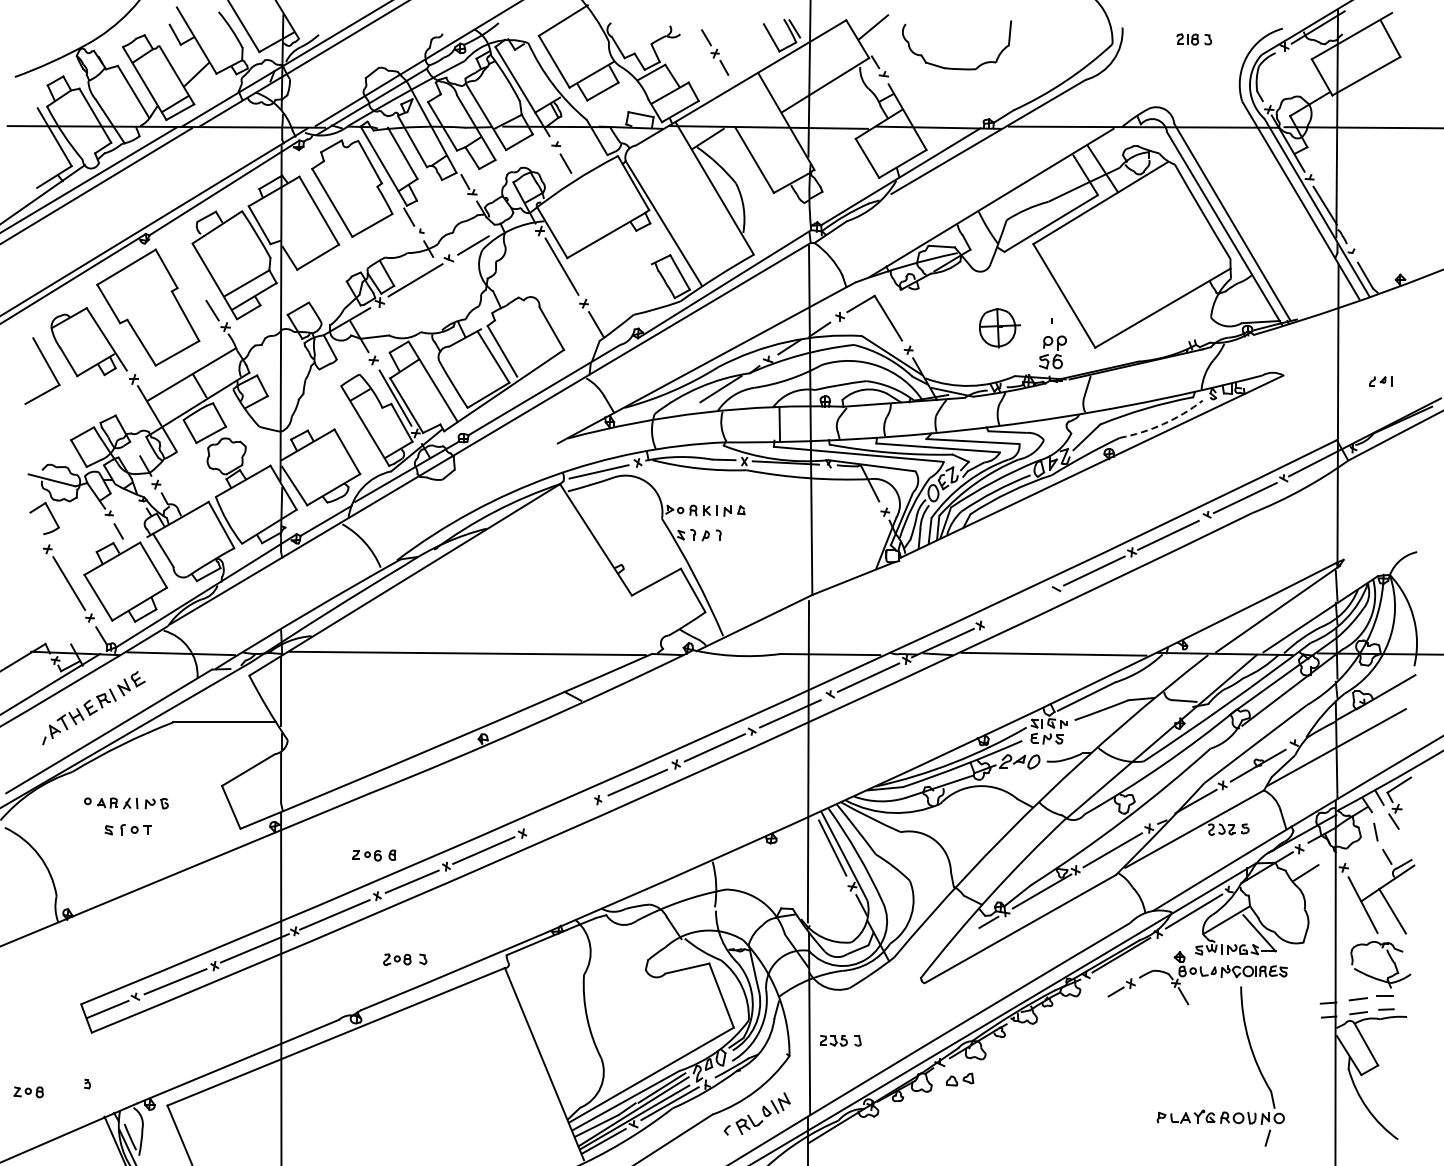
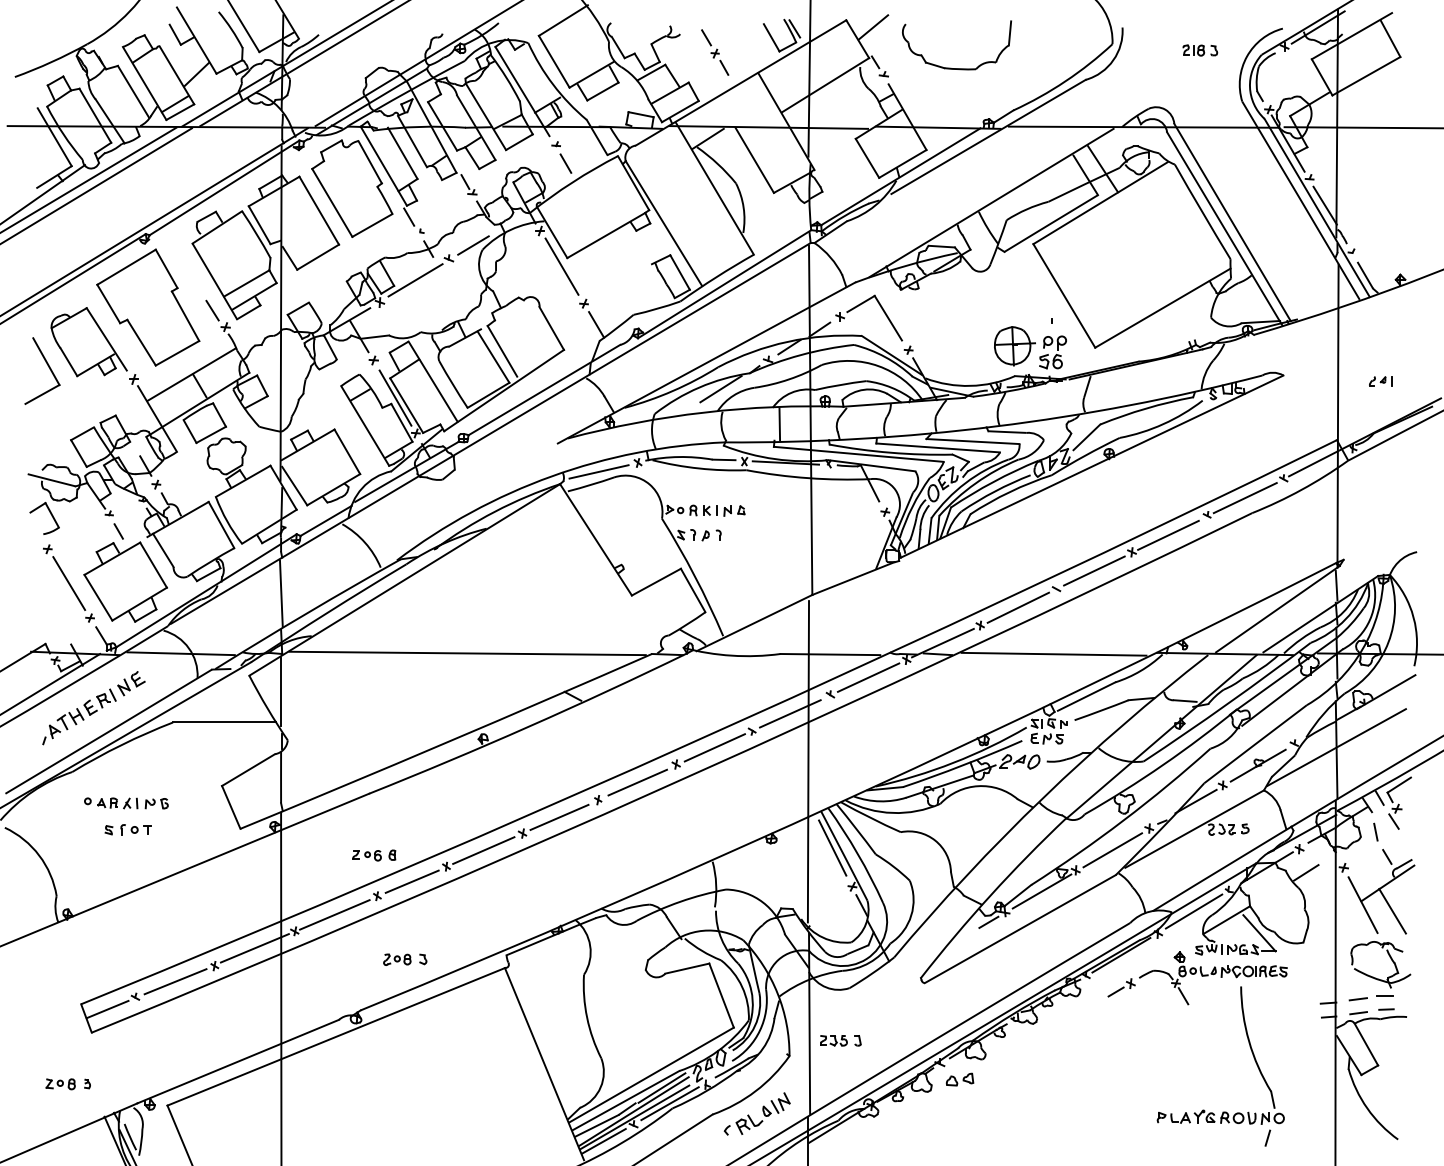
part at (1194, 39) position: (1194, 39) -> (1200, 50)
part at (999, 328) position: (999, 328) -> (1014, 346)
arc at (1163, 424): dashed -> solid
line at (280, 593): none -> present
line at (1018, 607): none -> present
line at (559, 816): none -> present
part at (28, 1092) position: (28, 1092) -> (60, 1084)
